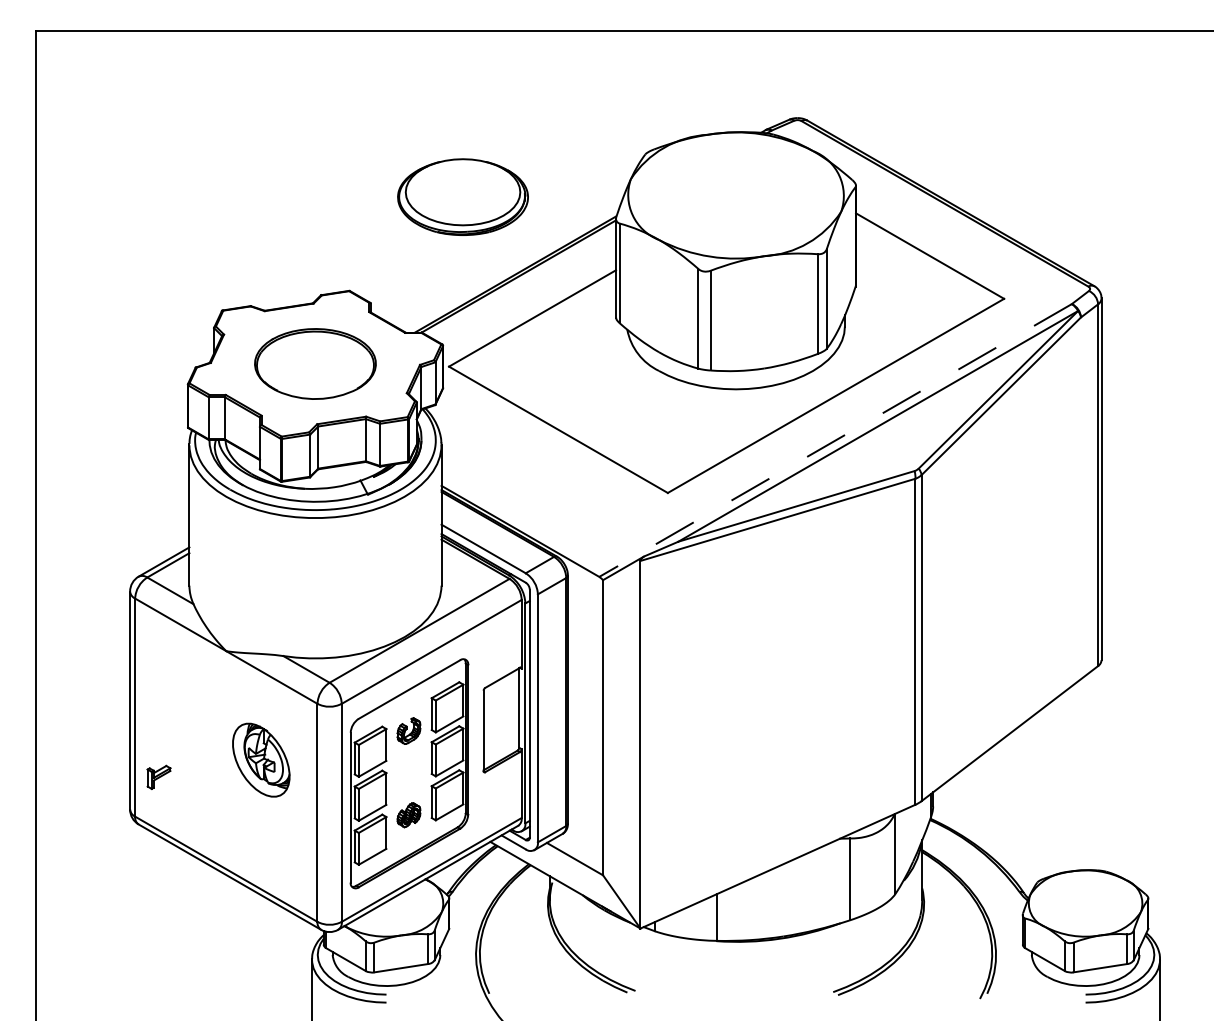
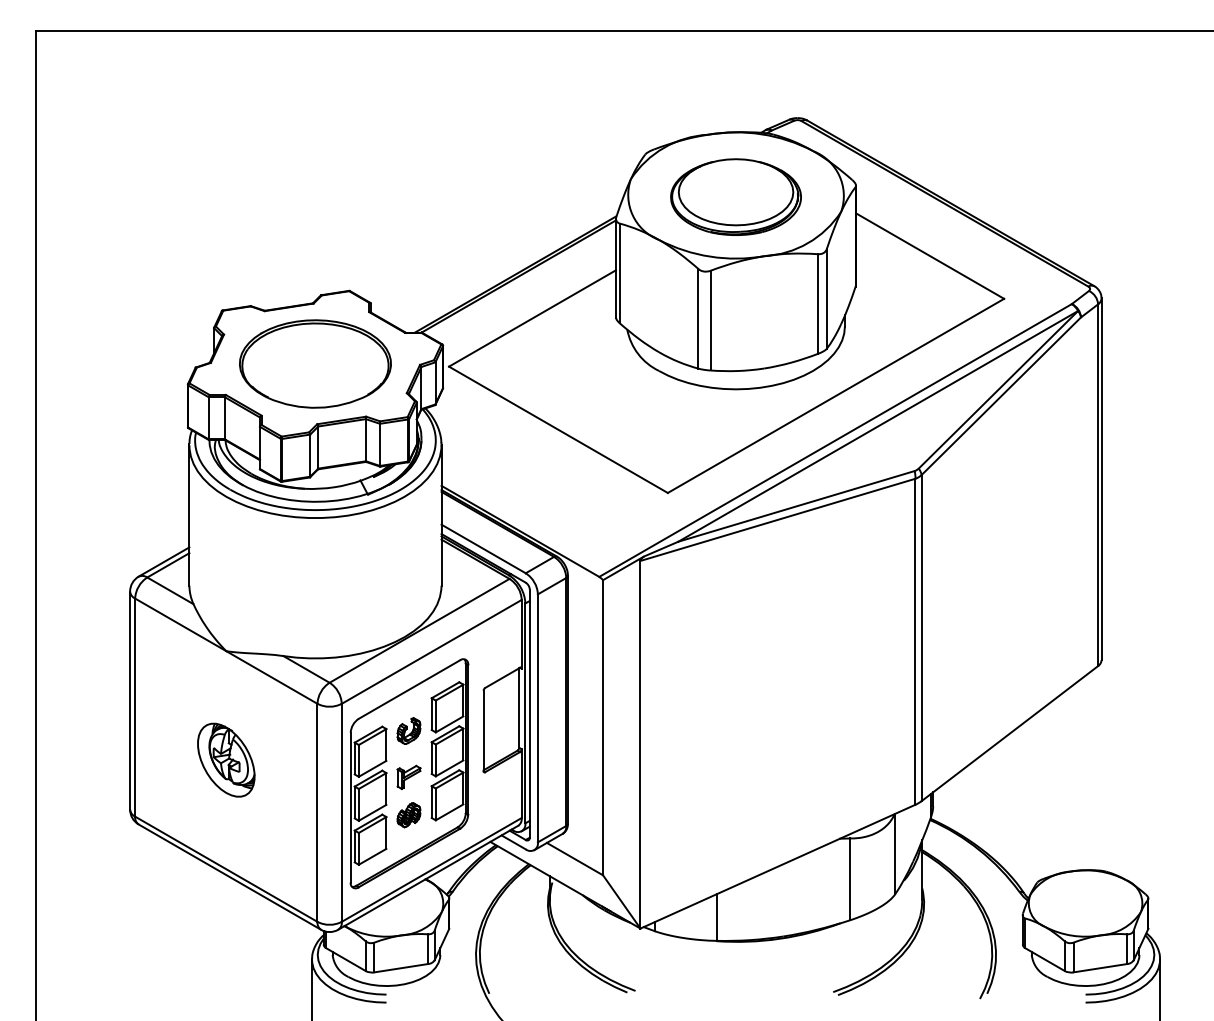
part at (462, 196) position: (462, 196) -> (735, 196)
part at (315, 363) size: 123x72 px -> 153x90 px
line at (835, 440): dashed -> solid
part at (261, 759) position: (261, 759) -> (226, 759)
part at (158, 776) position: (158, 776) -> (408, 776)
